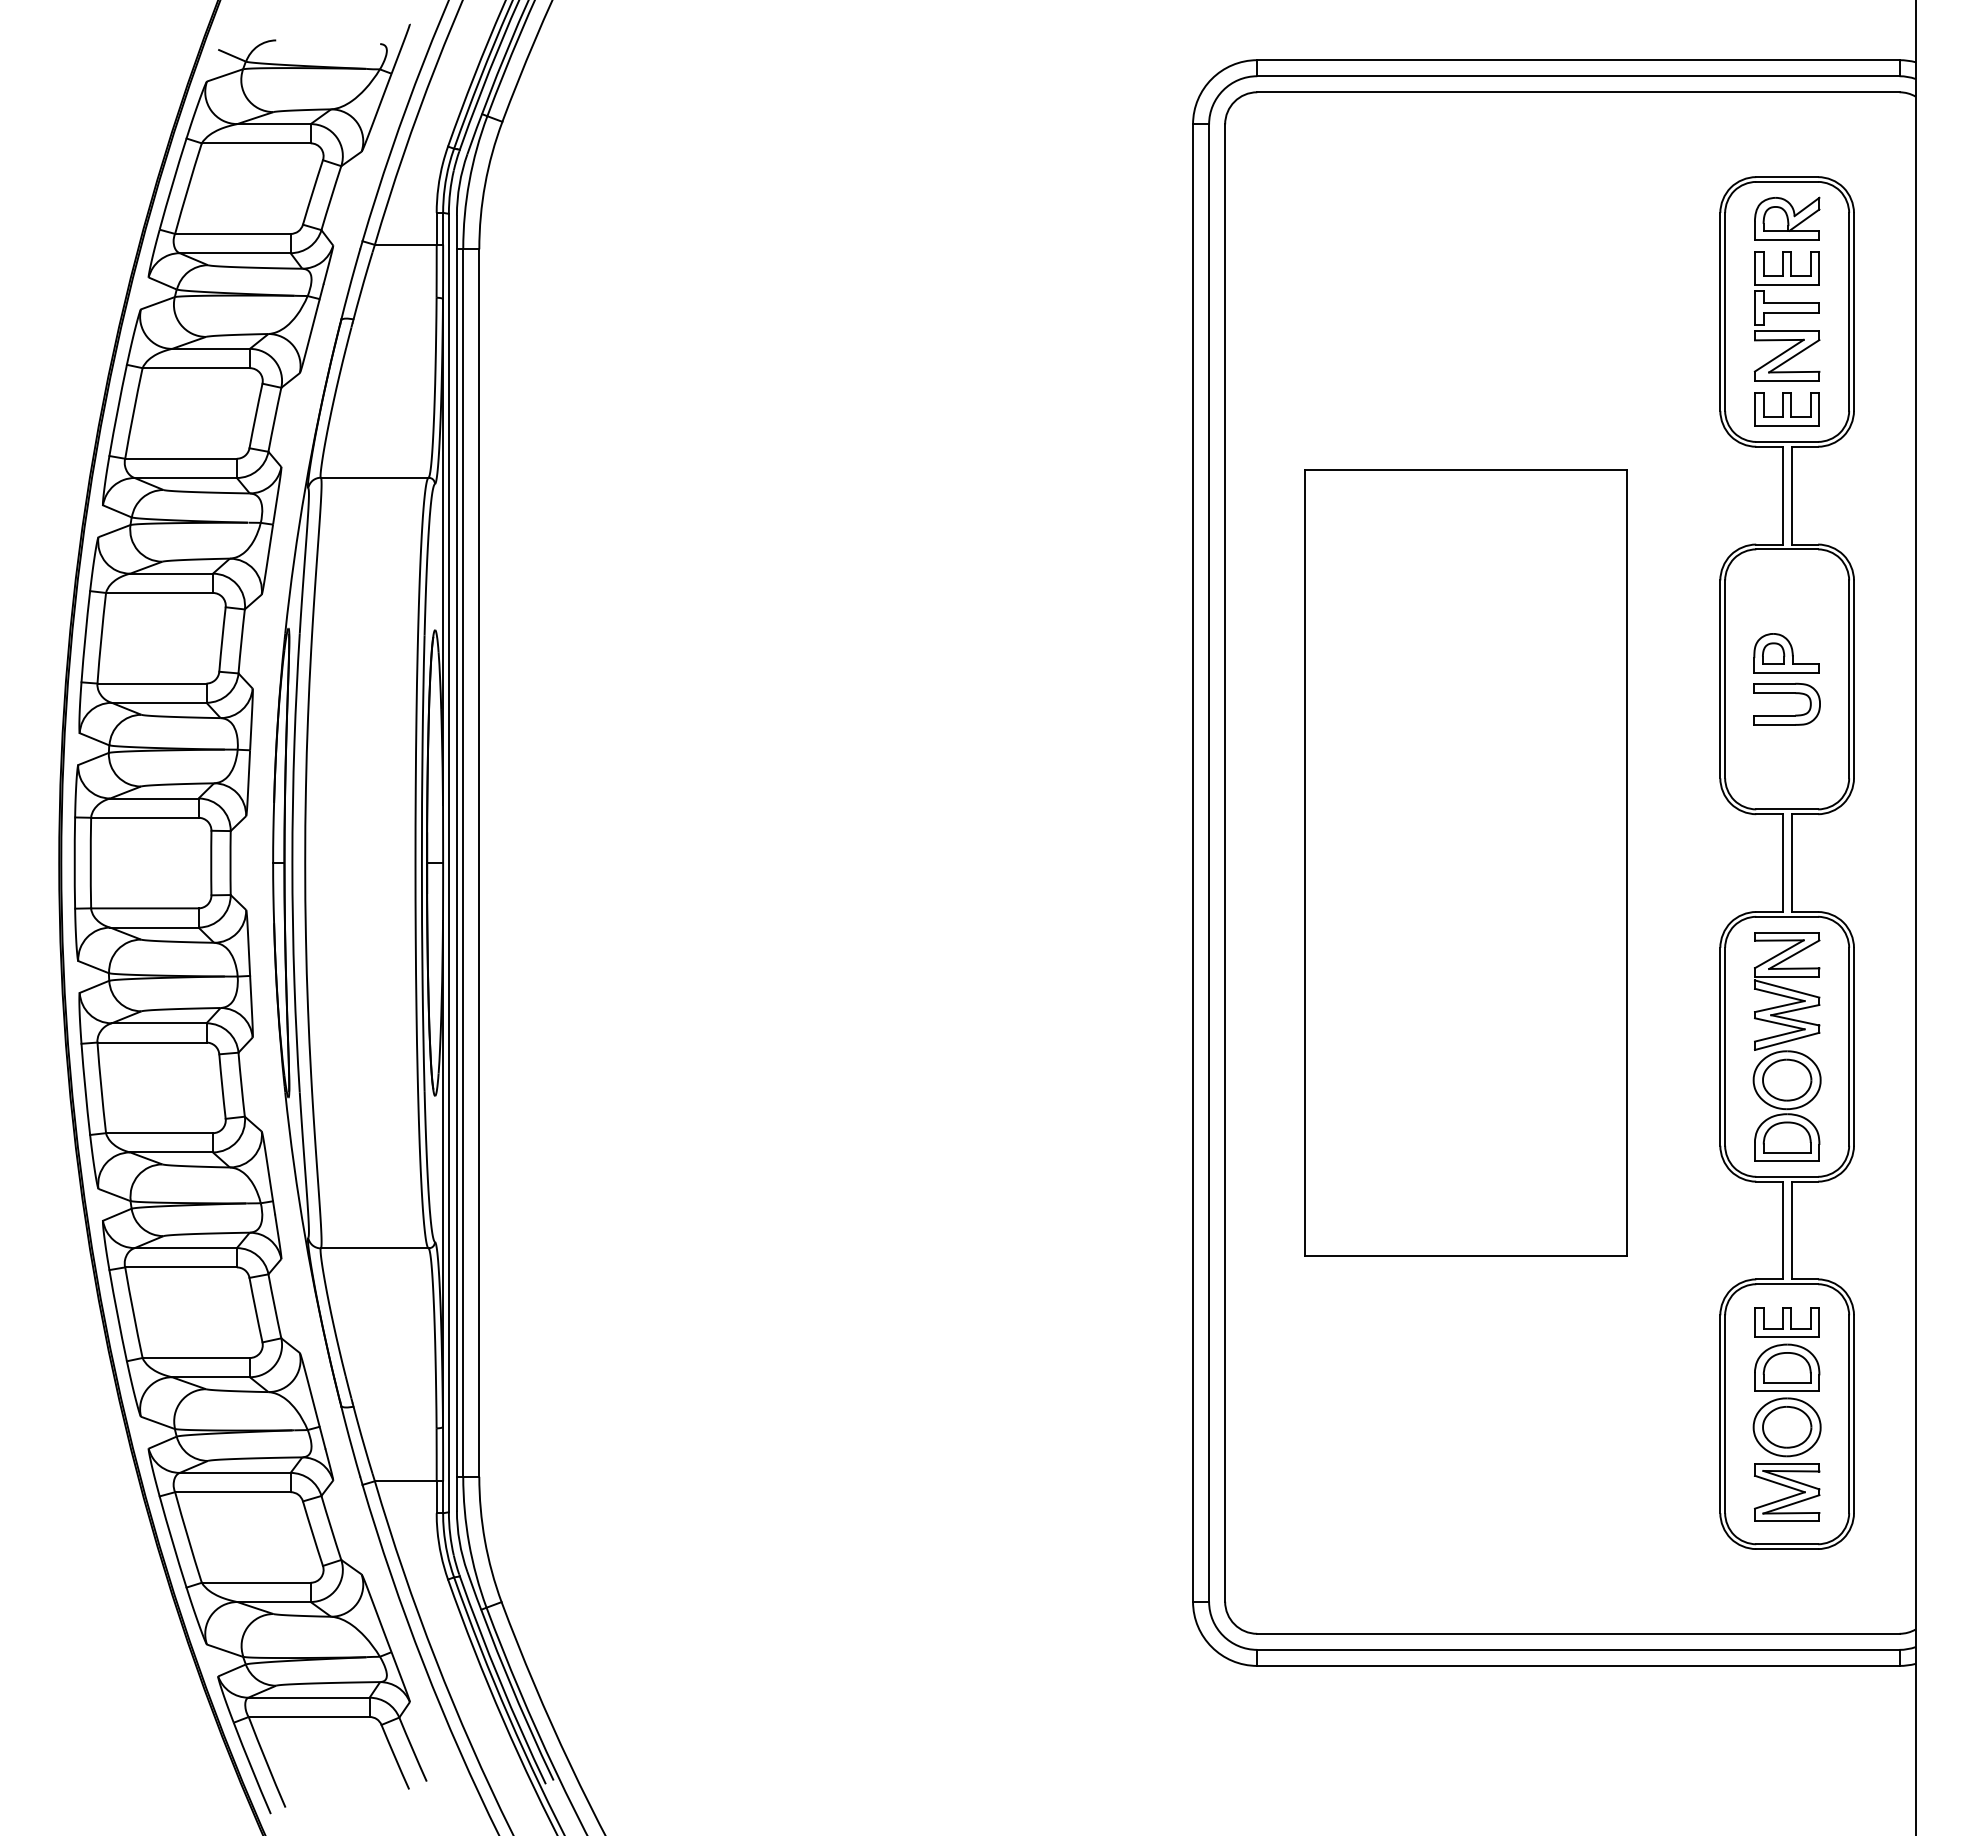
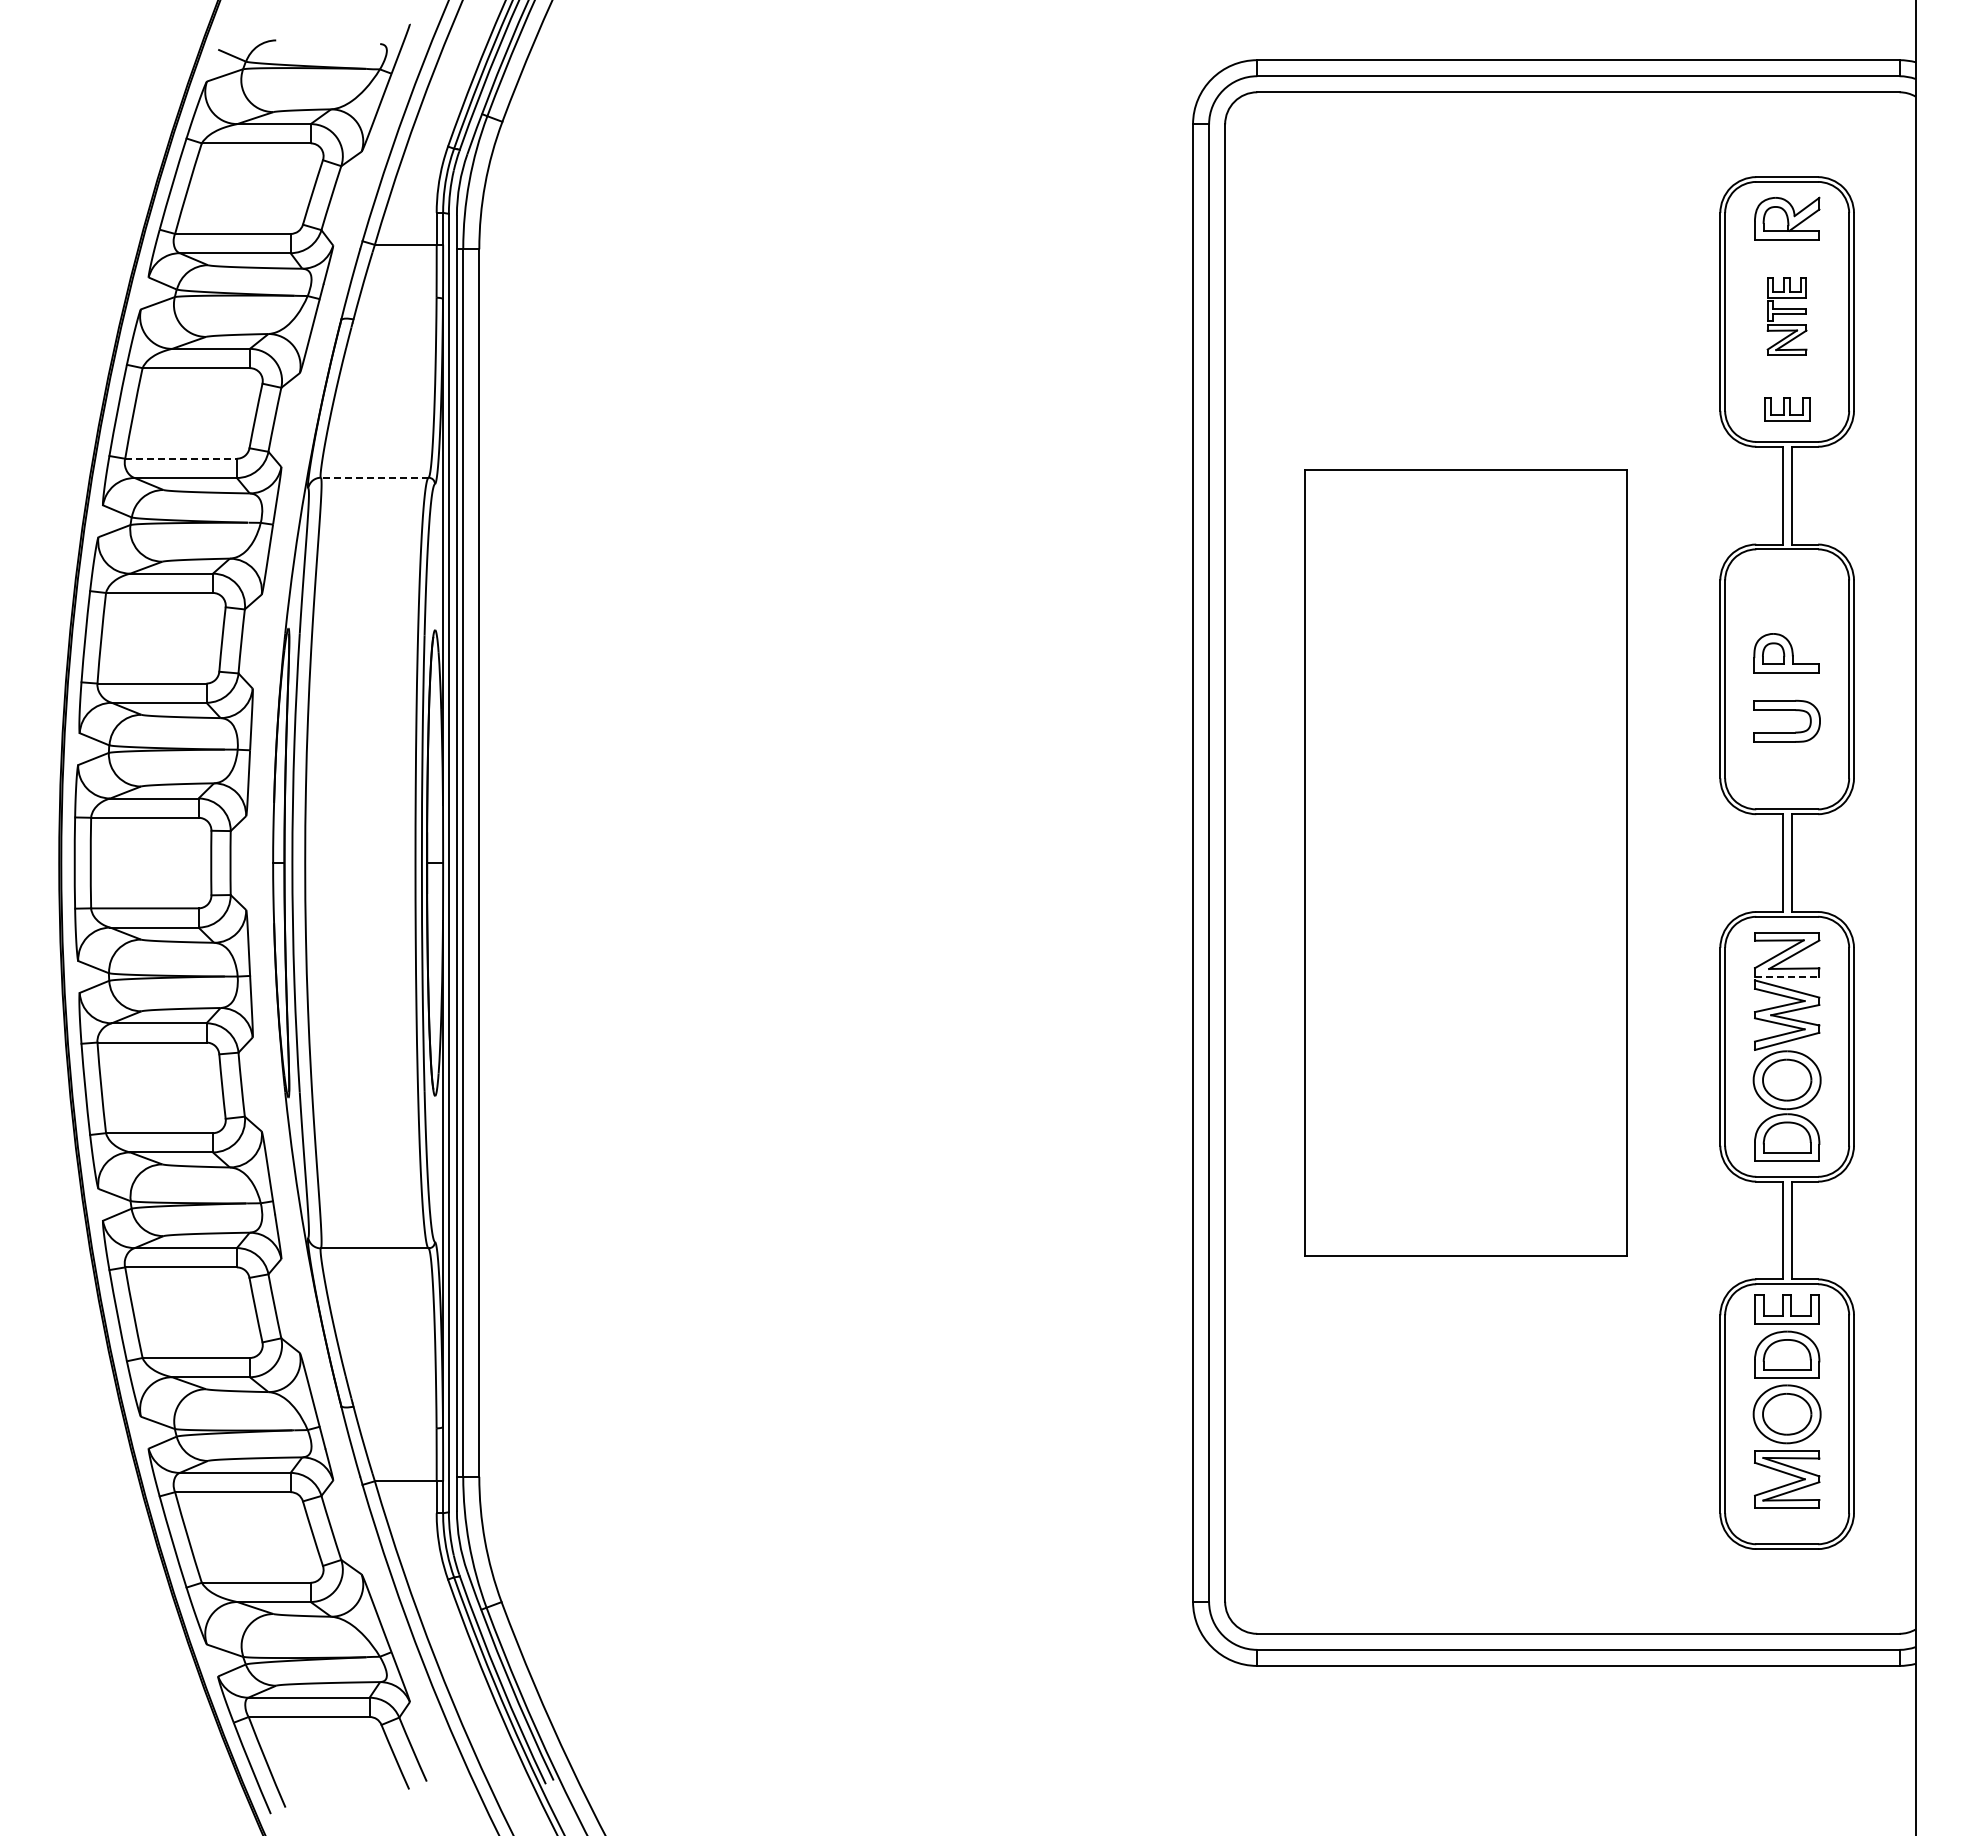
part at (1786, 316) size: 68x131 px -> 42x79 px
part at (1786, 409) size: 66x35 px -> 47x25 px
line at (181, 458): solid -> dashed
line at (374, 477): solid -> dashed
part at (1786, 693) position: (1786, 693) -> (1786, 710)
line at (1787, 976): solid -> dashed
part at (1786, 1414) position: (1786, 1414) -> (1786, 1401)
